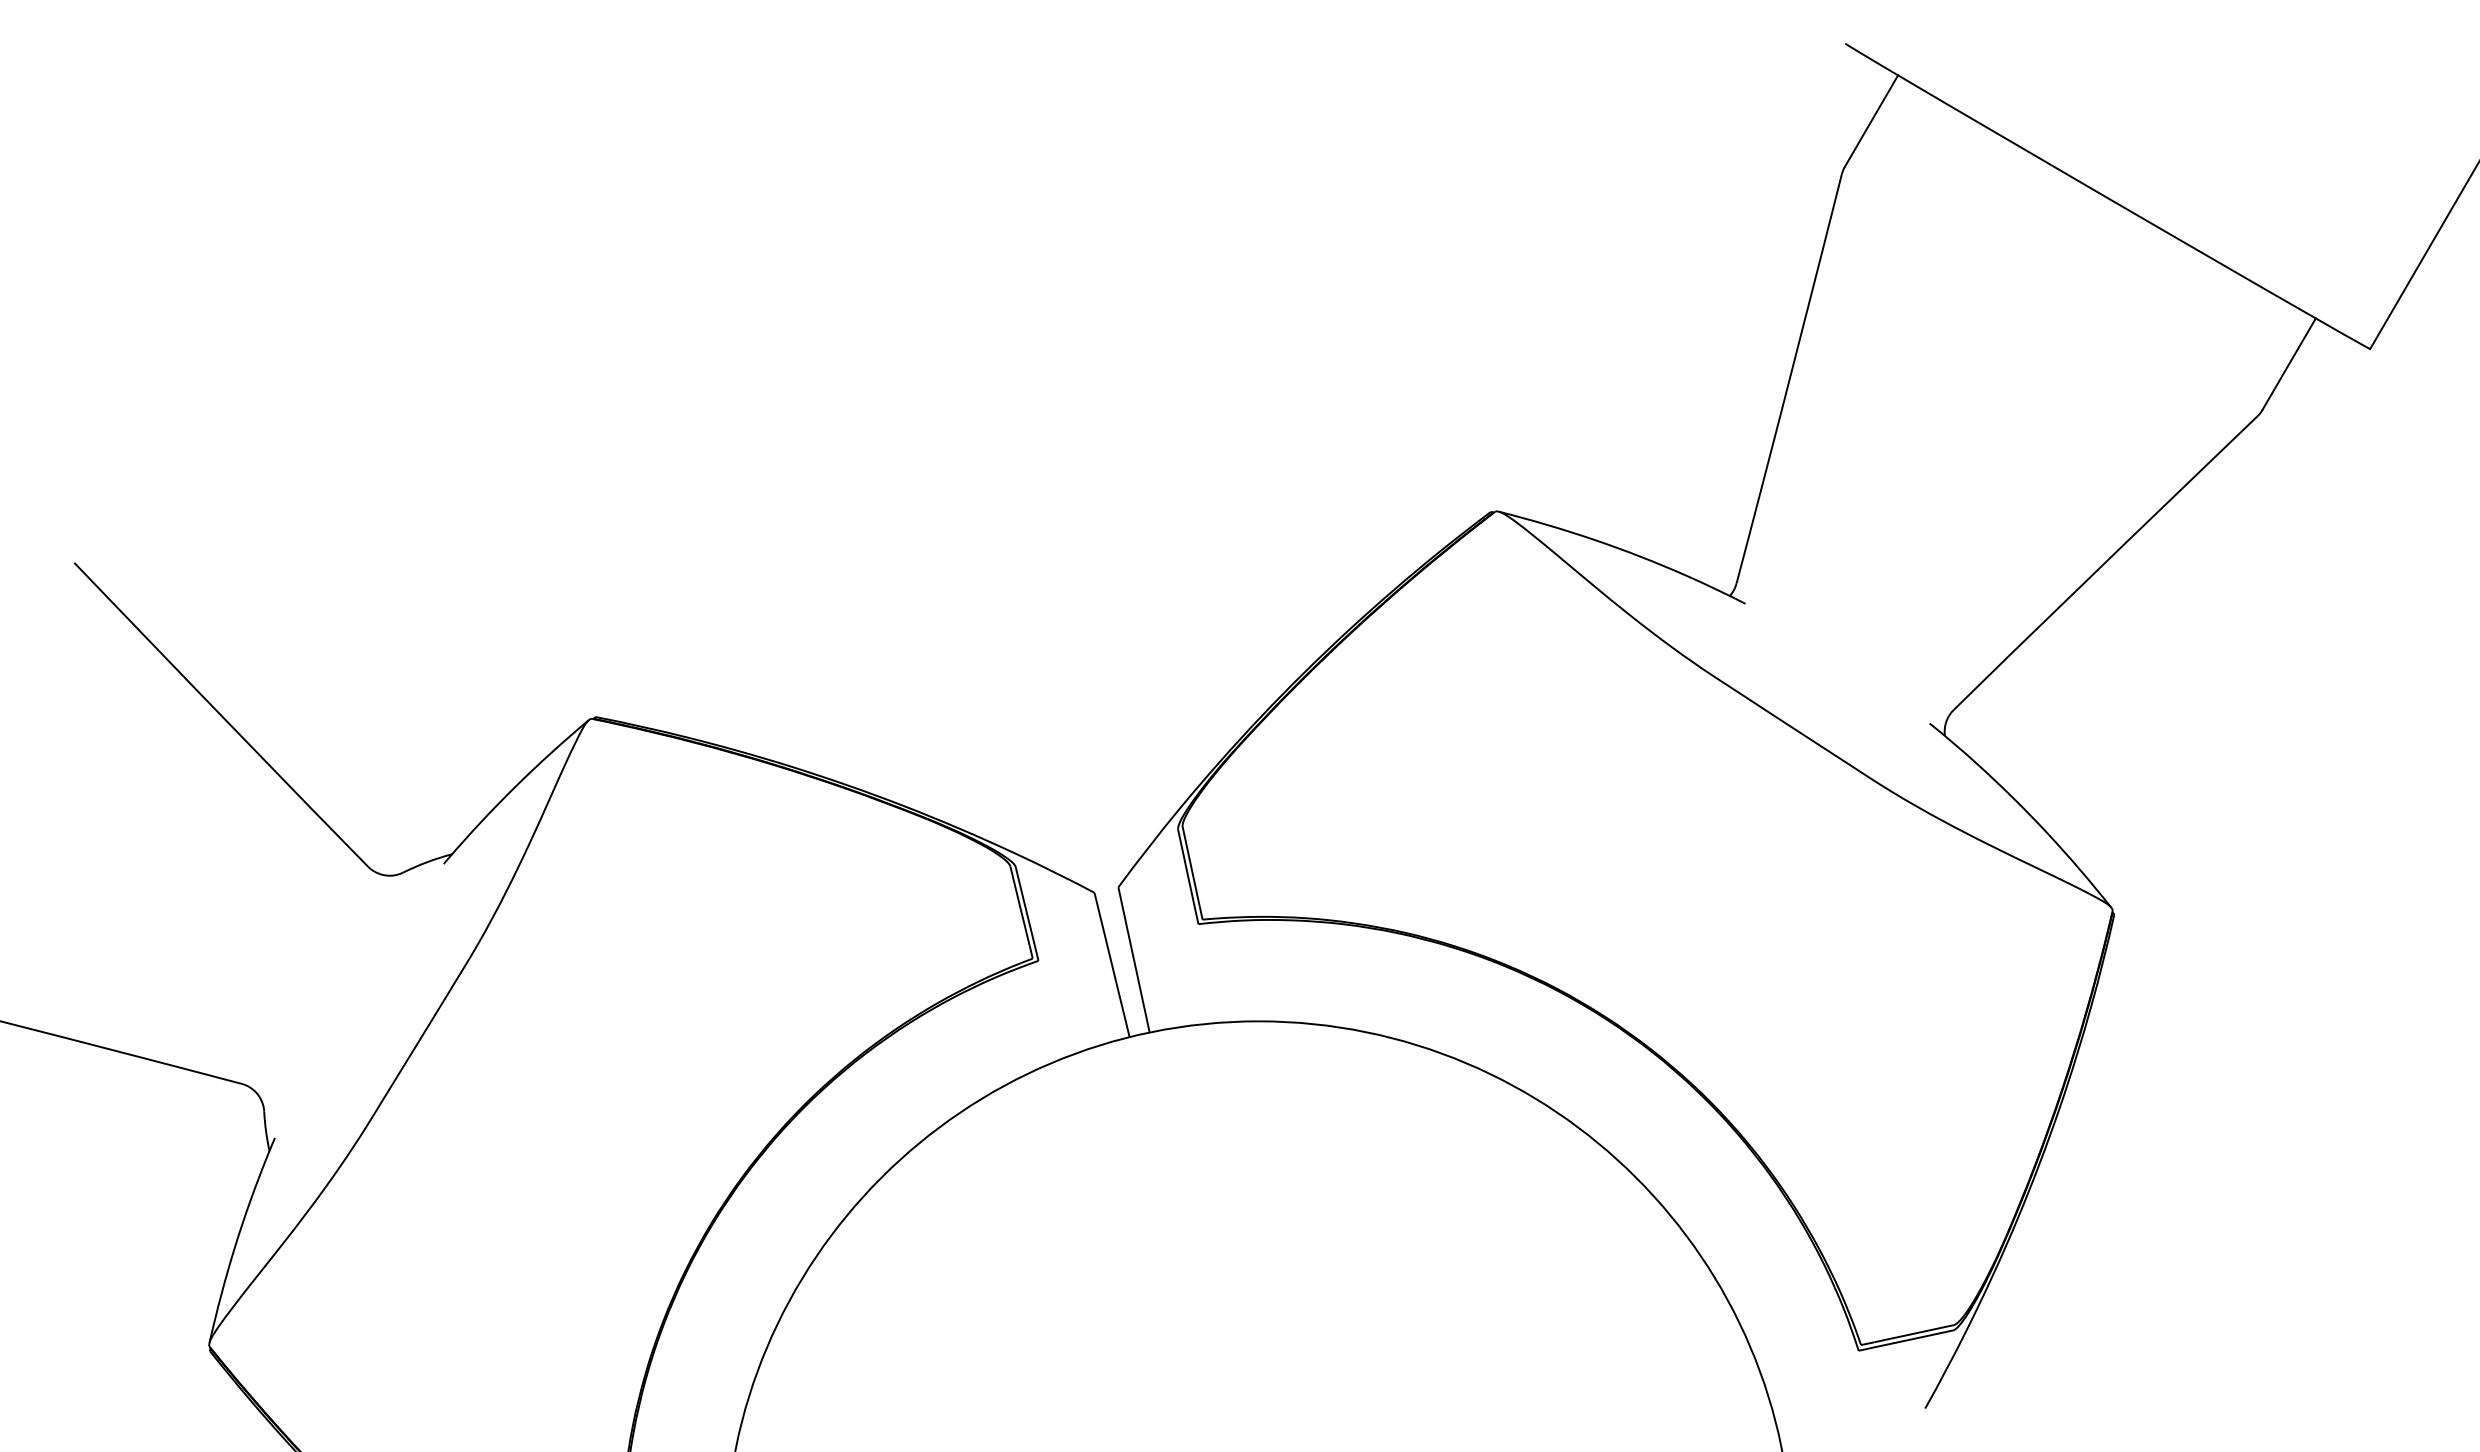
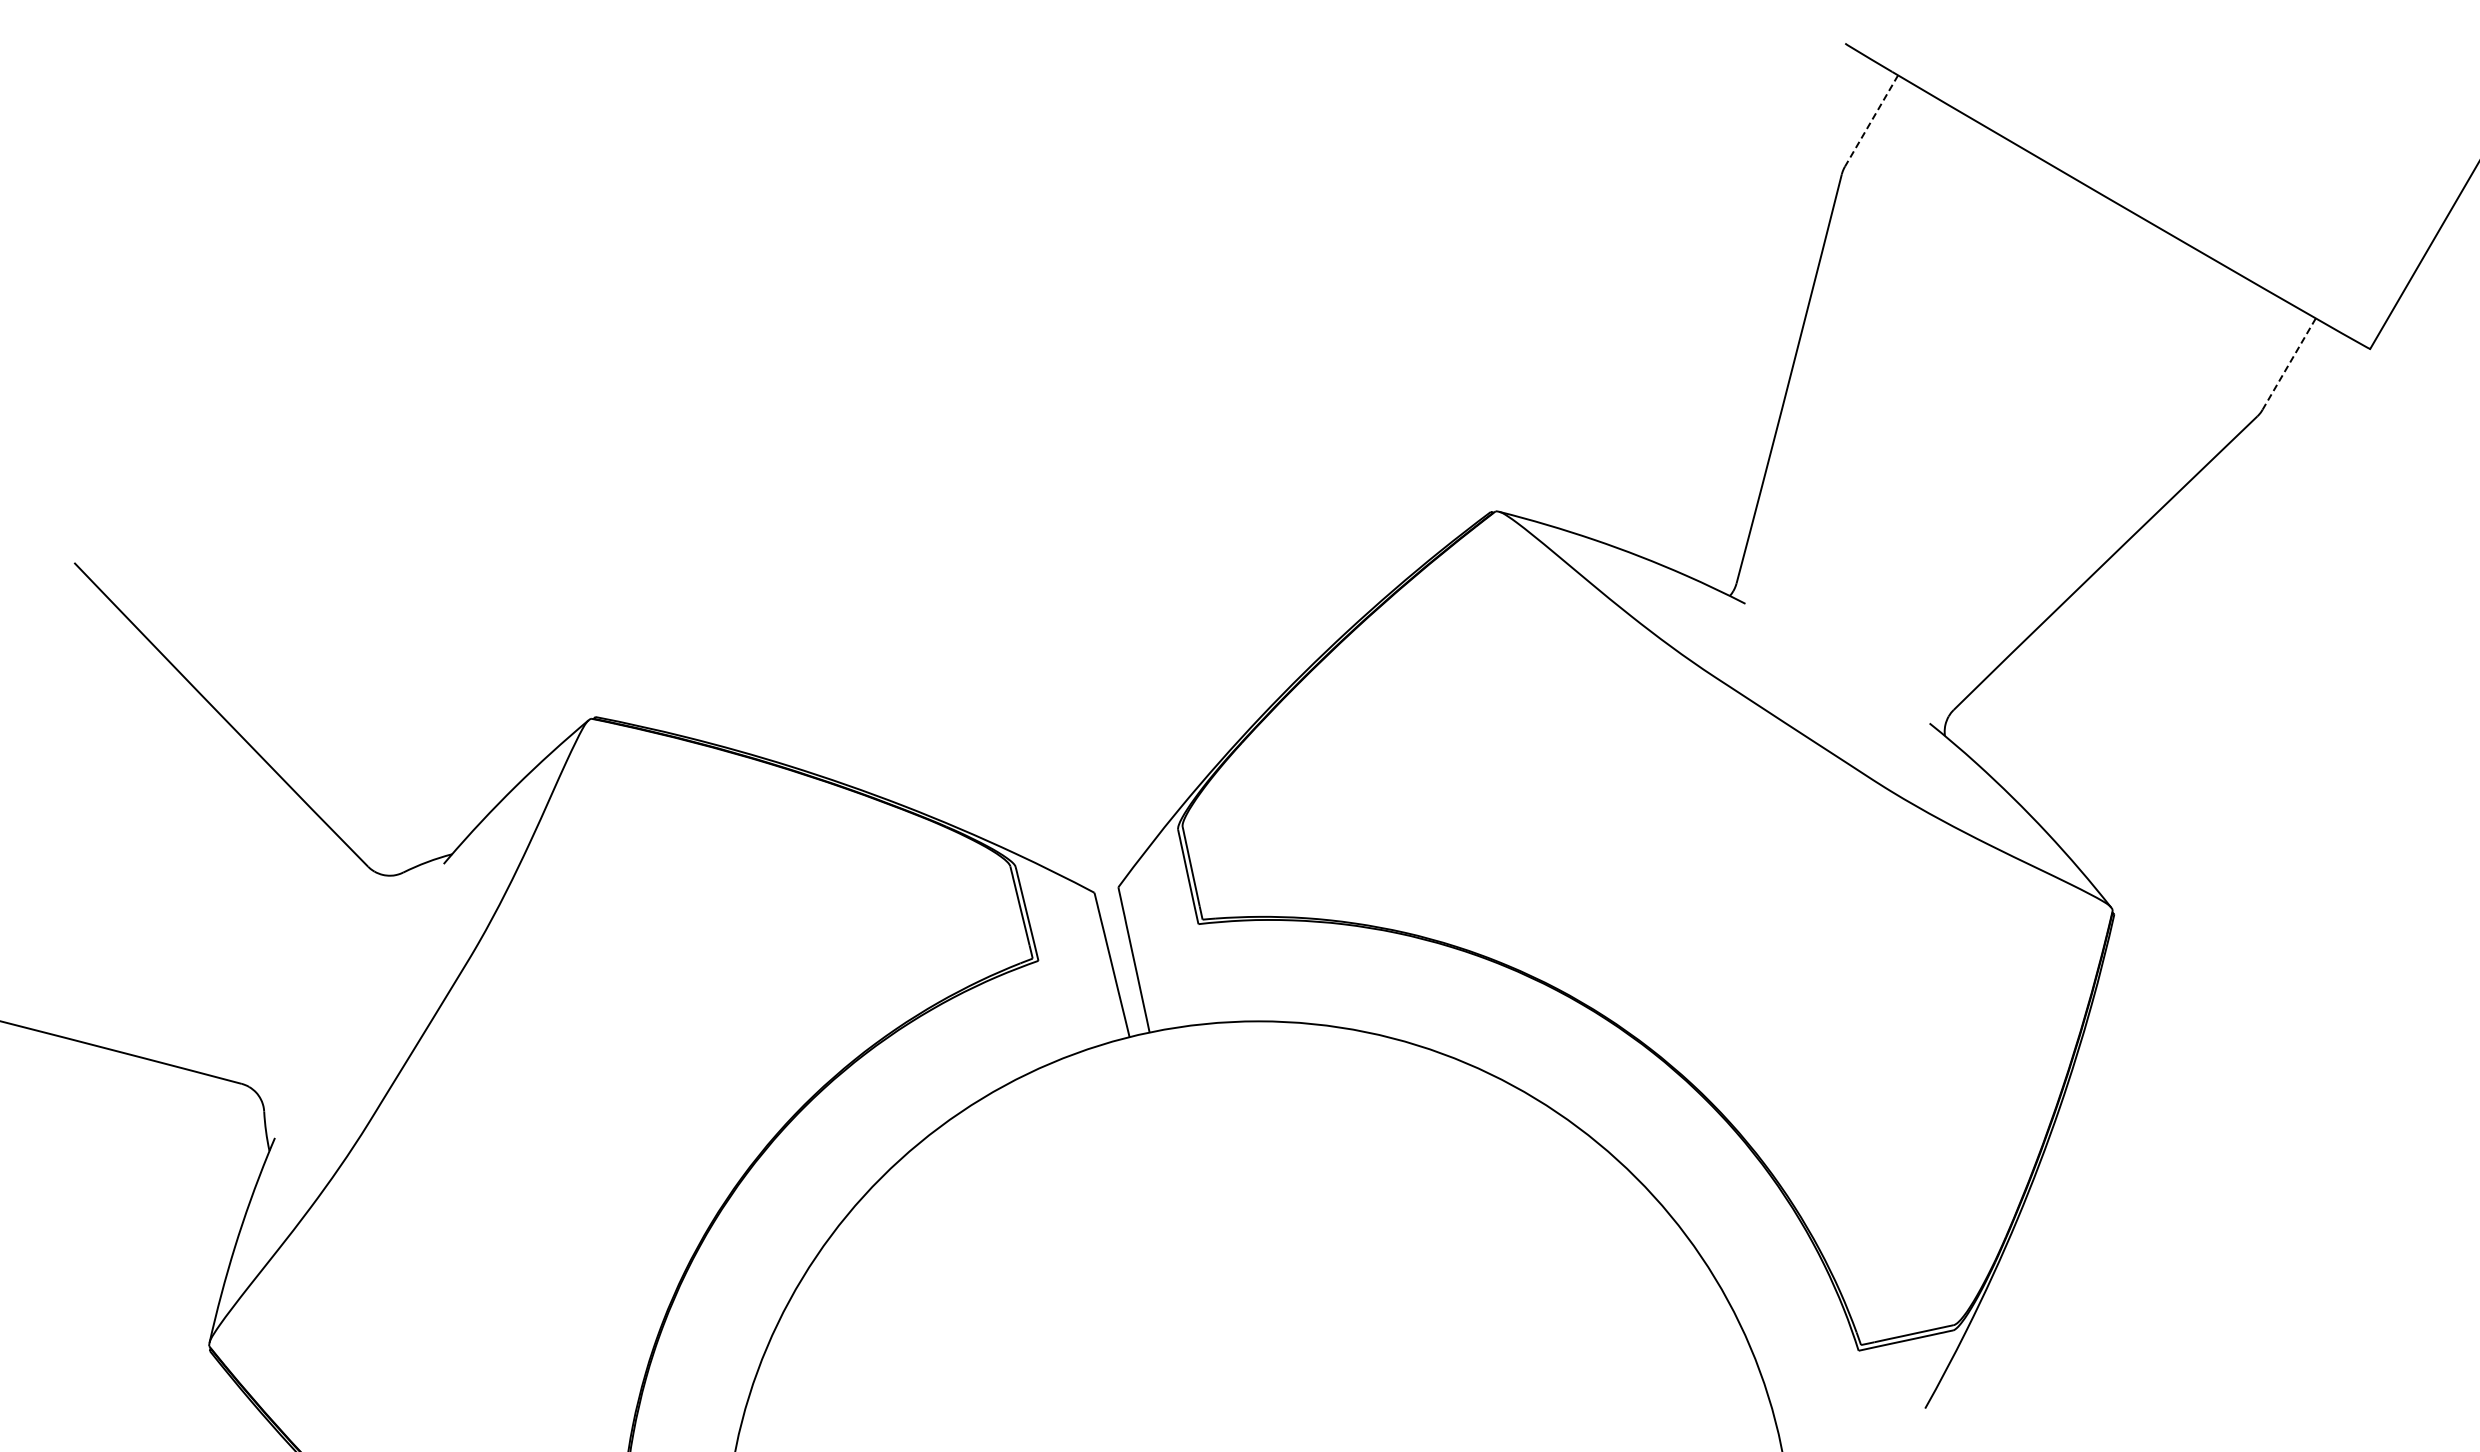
line at (1871, 120): solid -> dashed
line at (2289, 364): solid -> dashed
